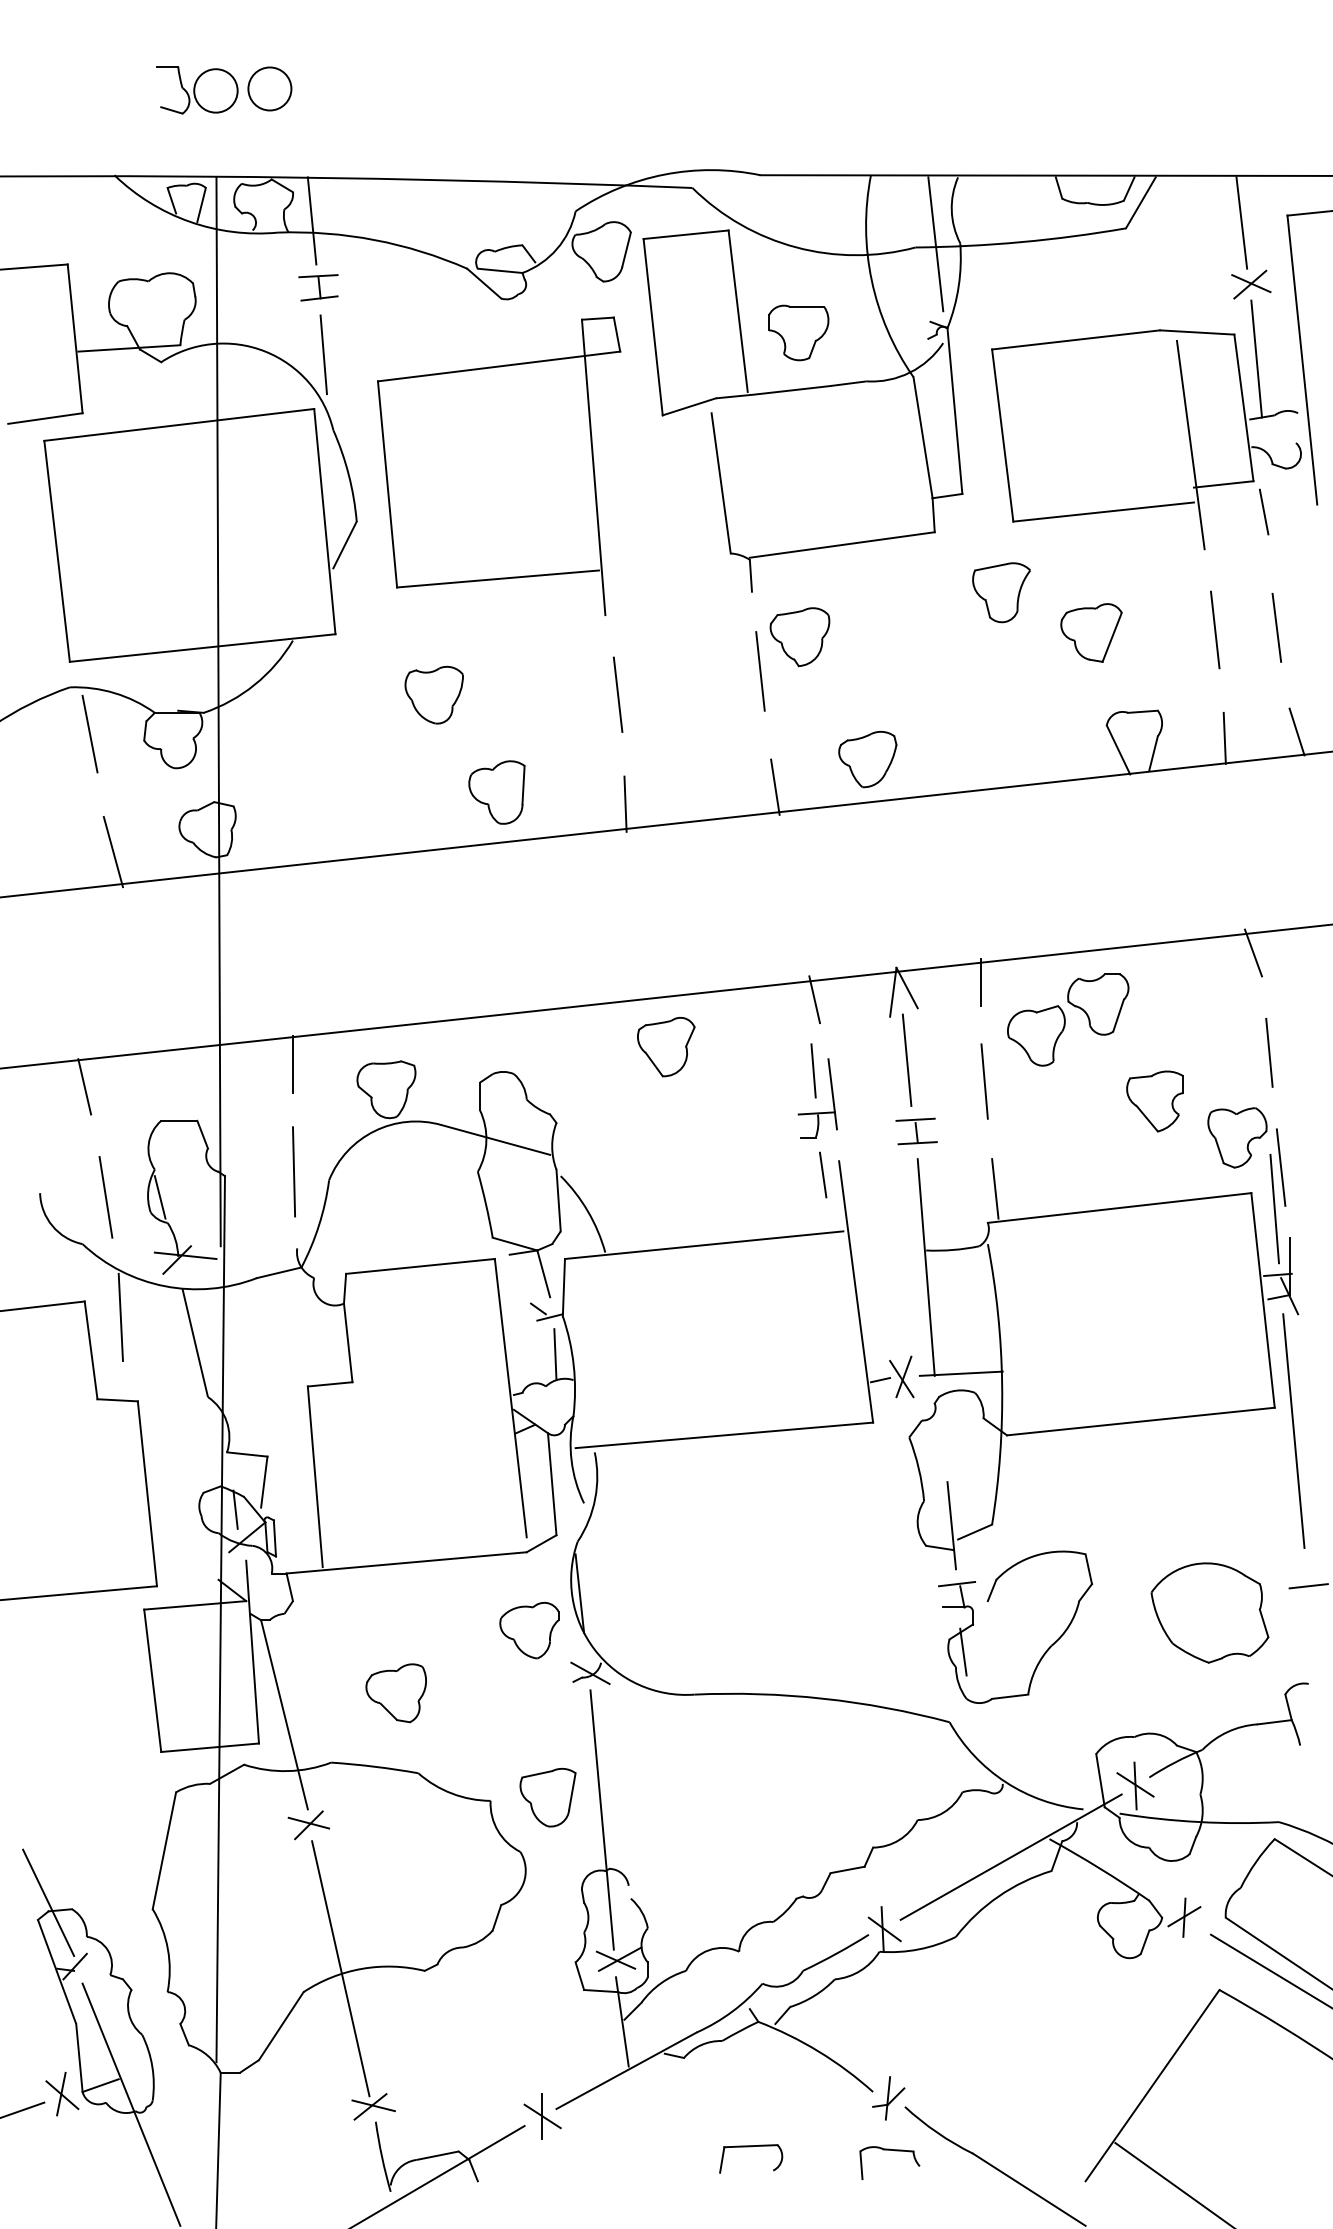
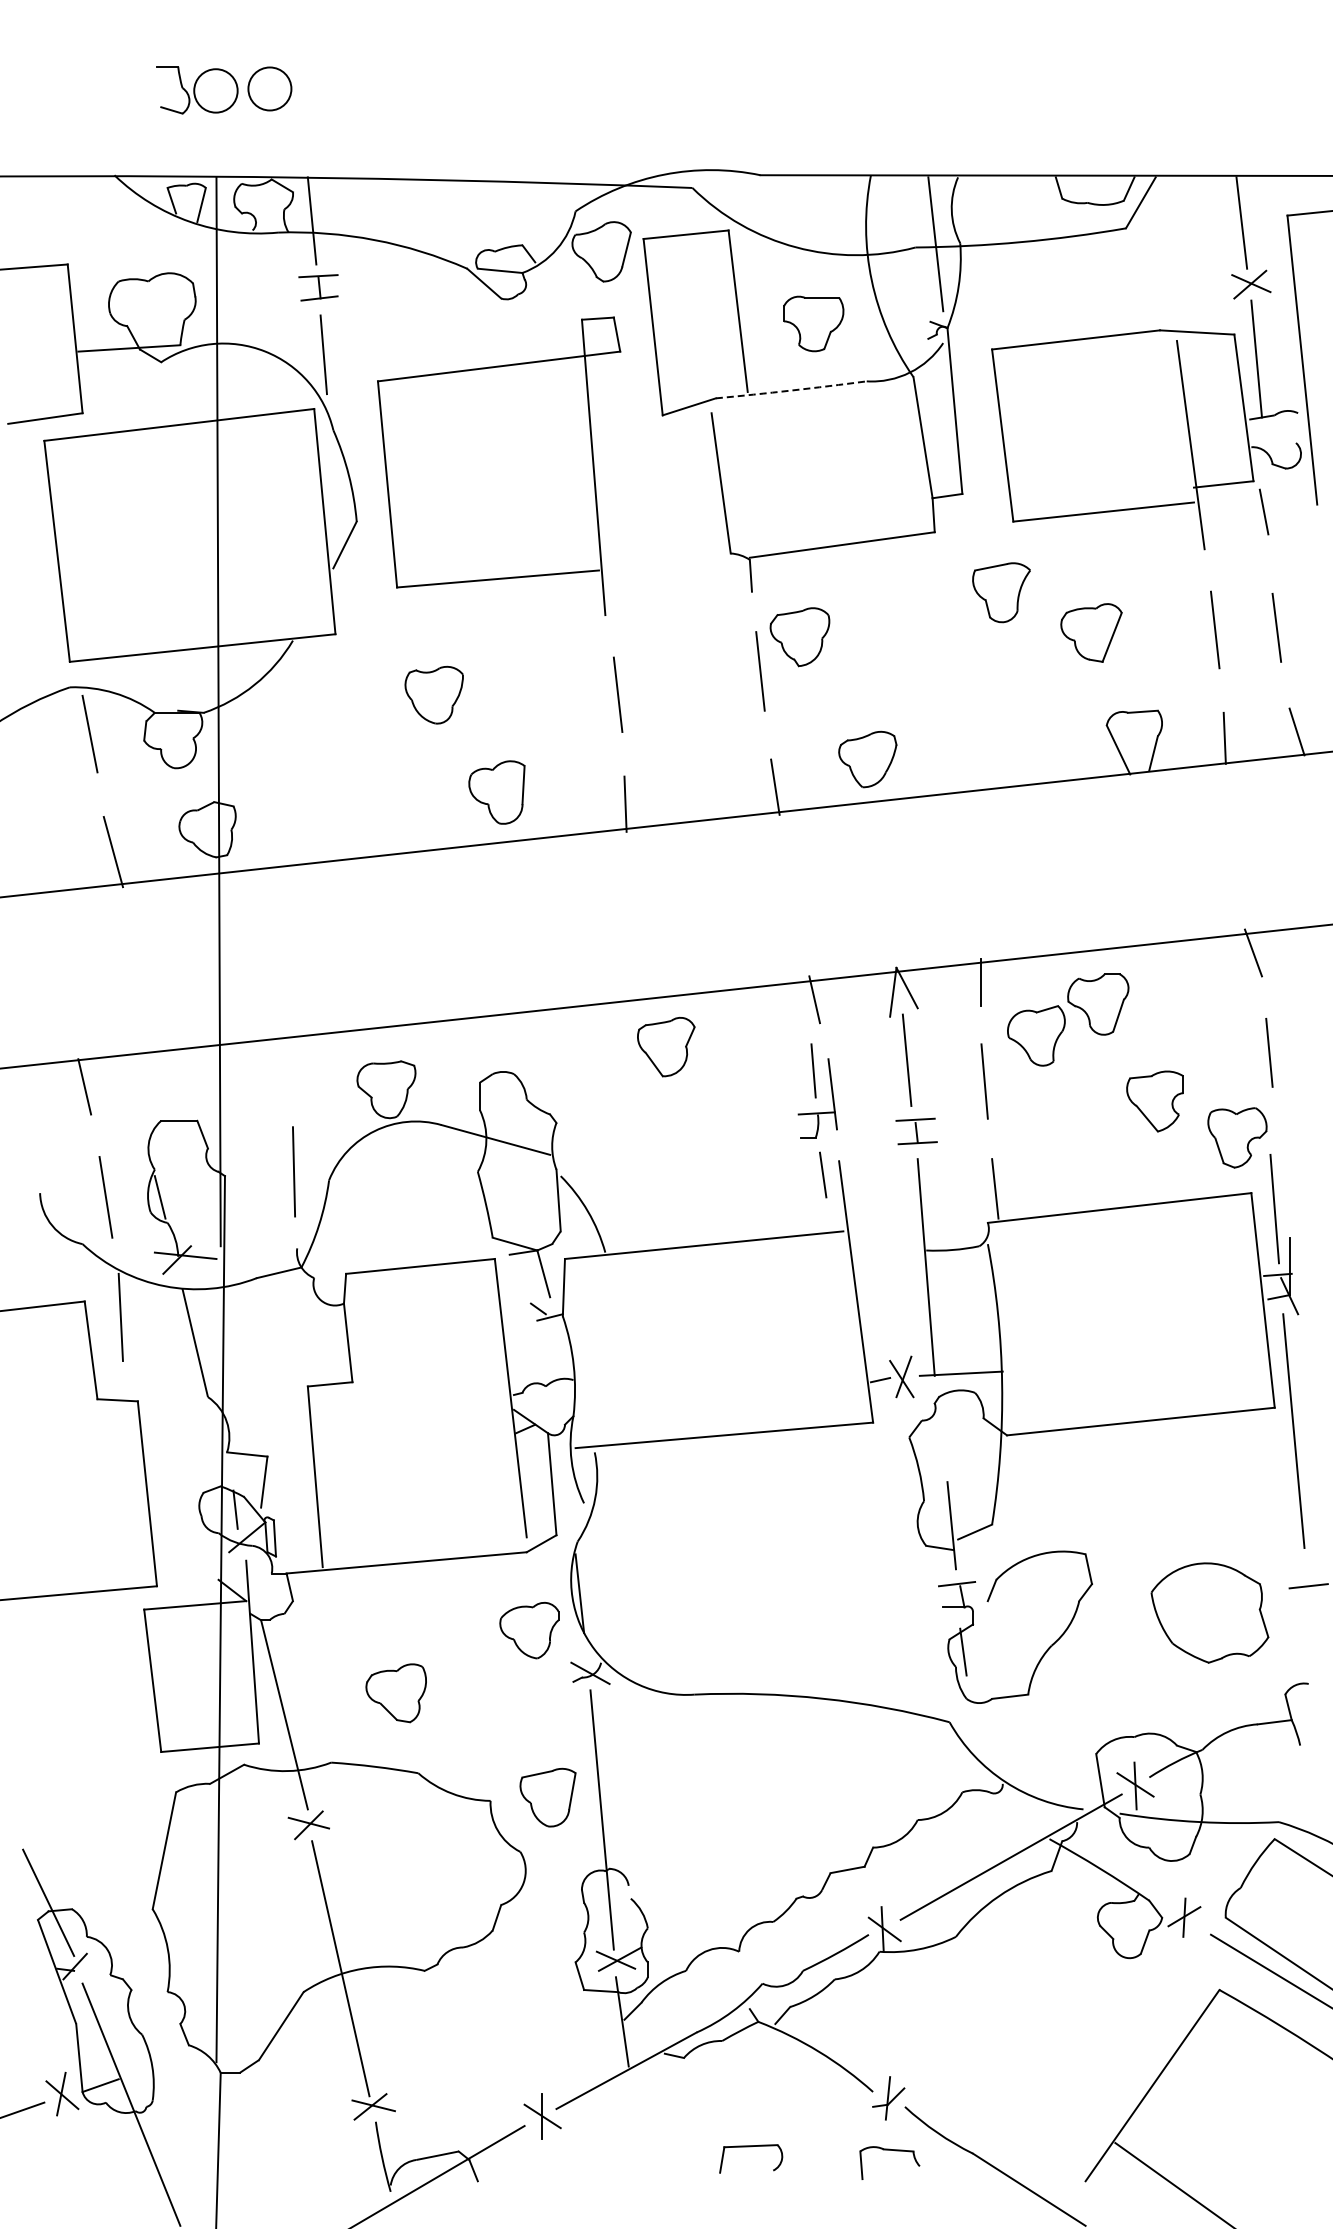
part at (798, 332) position: (798, 332) -> (813, 323)
arc at (791, 390): solid -> dashed
line at (292, 1064): present -> none
line at (1280, 1167): present -> none
line at (555, 1354): present -> none
